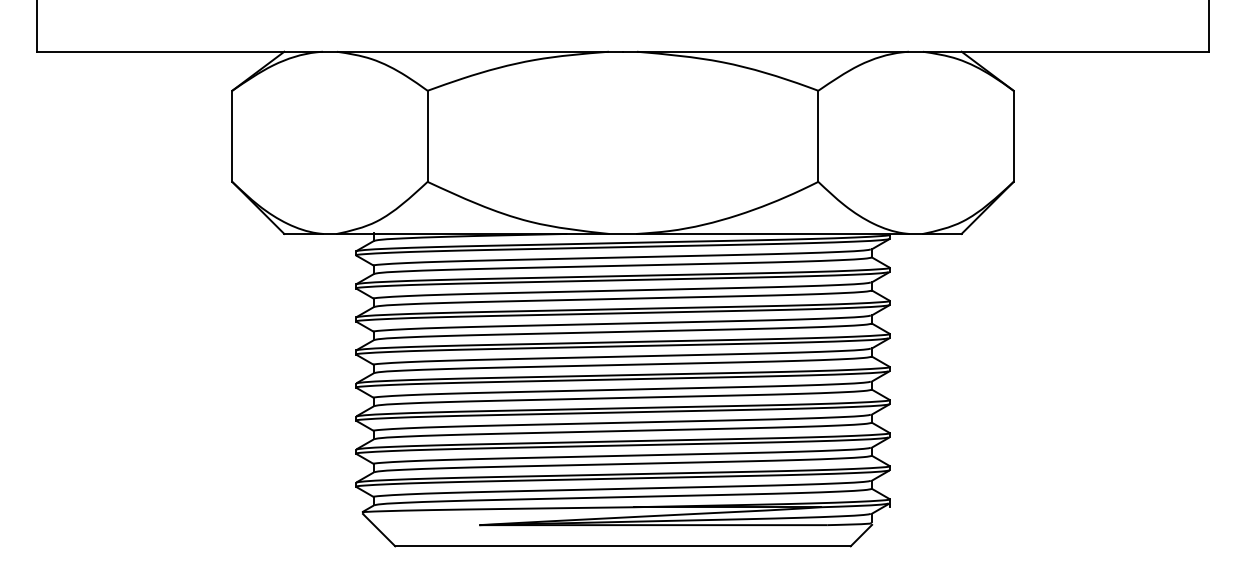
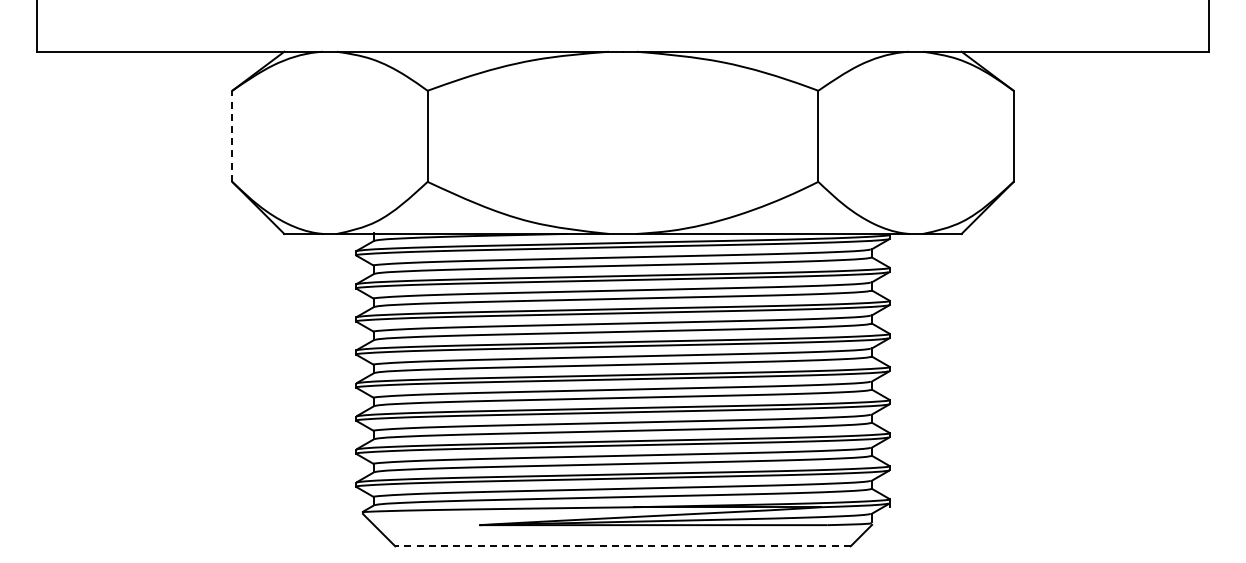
line at (232, 136): solid -> dashed
line at (623, 546): solid -> dashed
